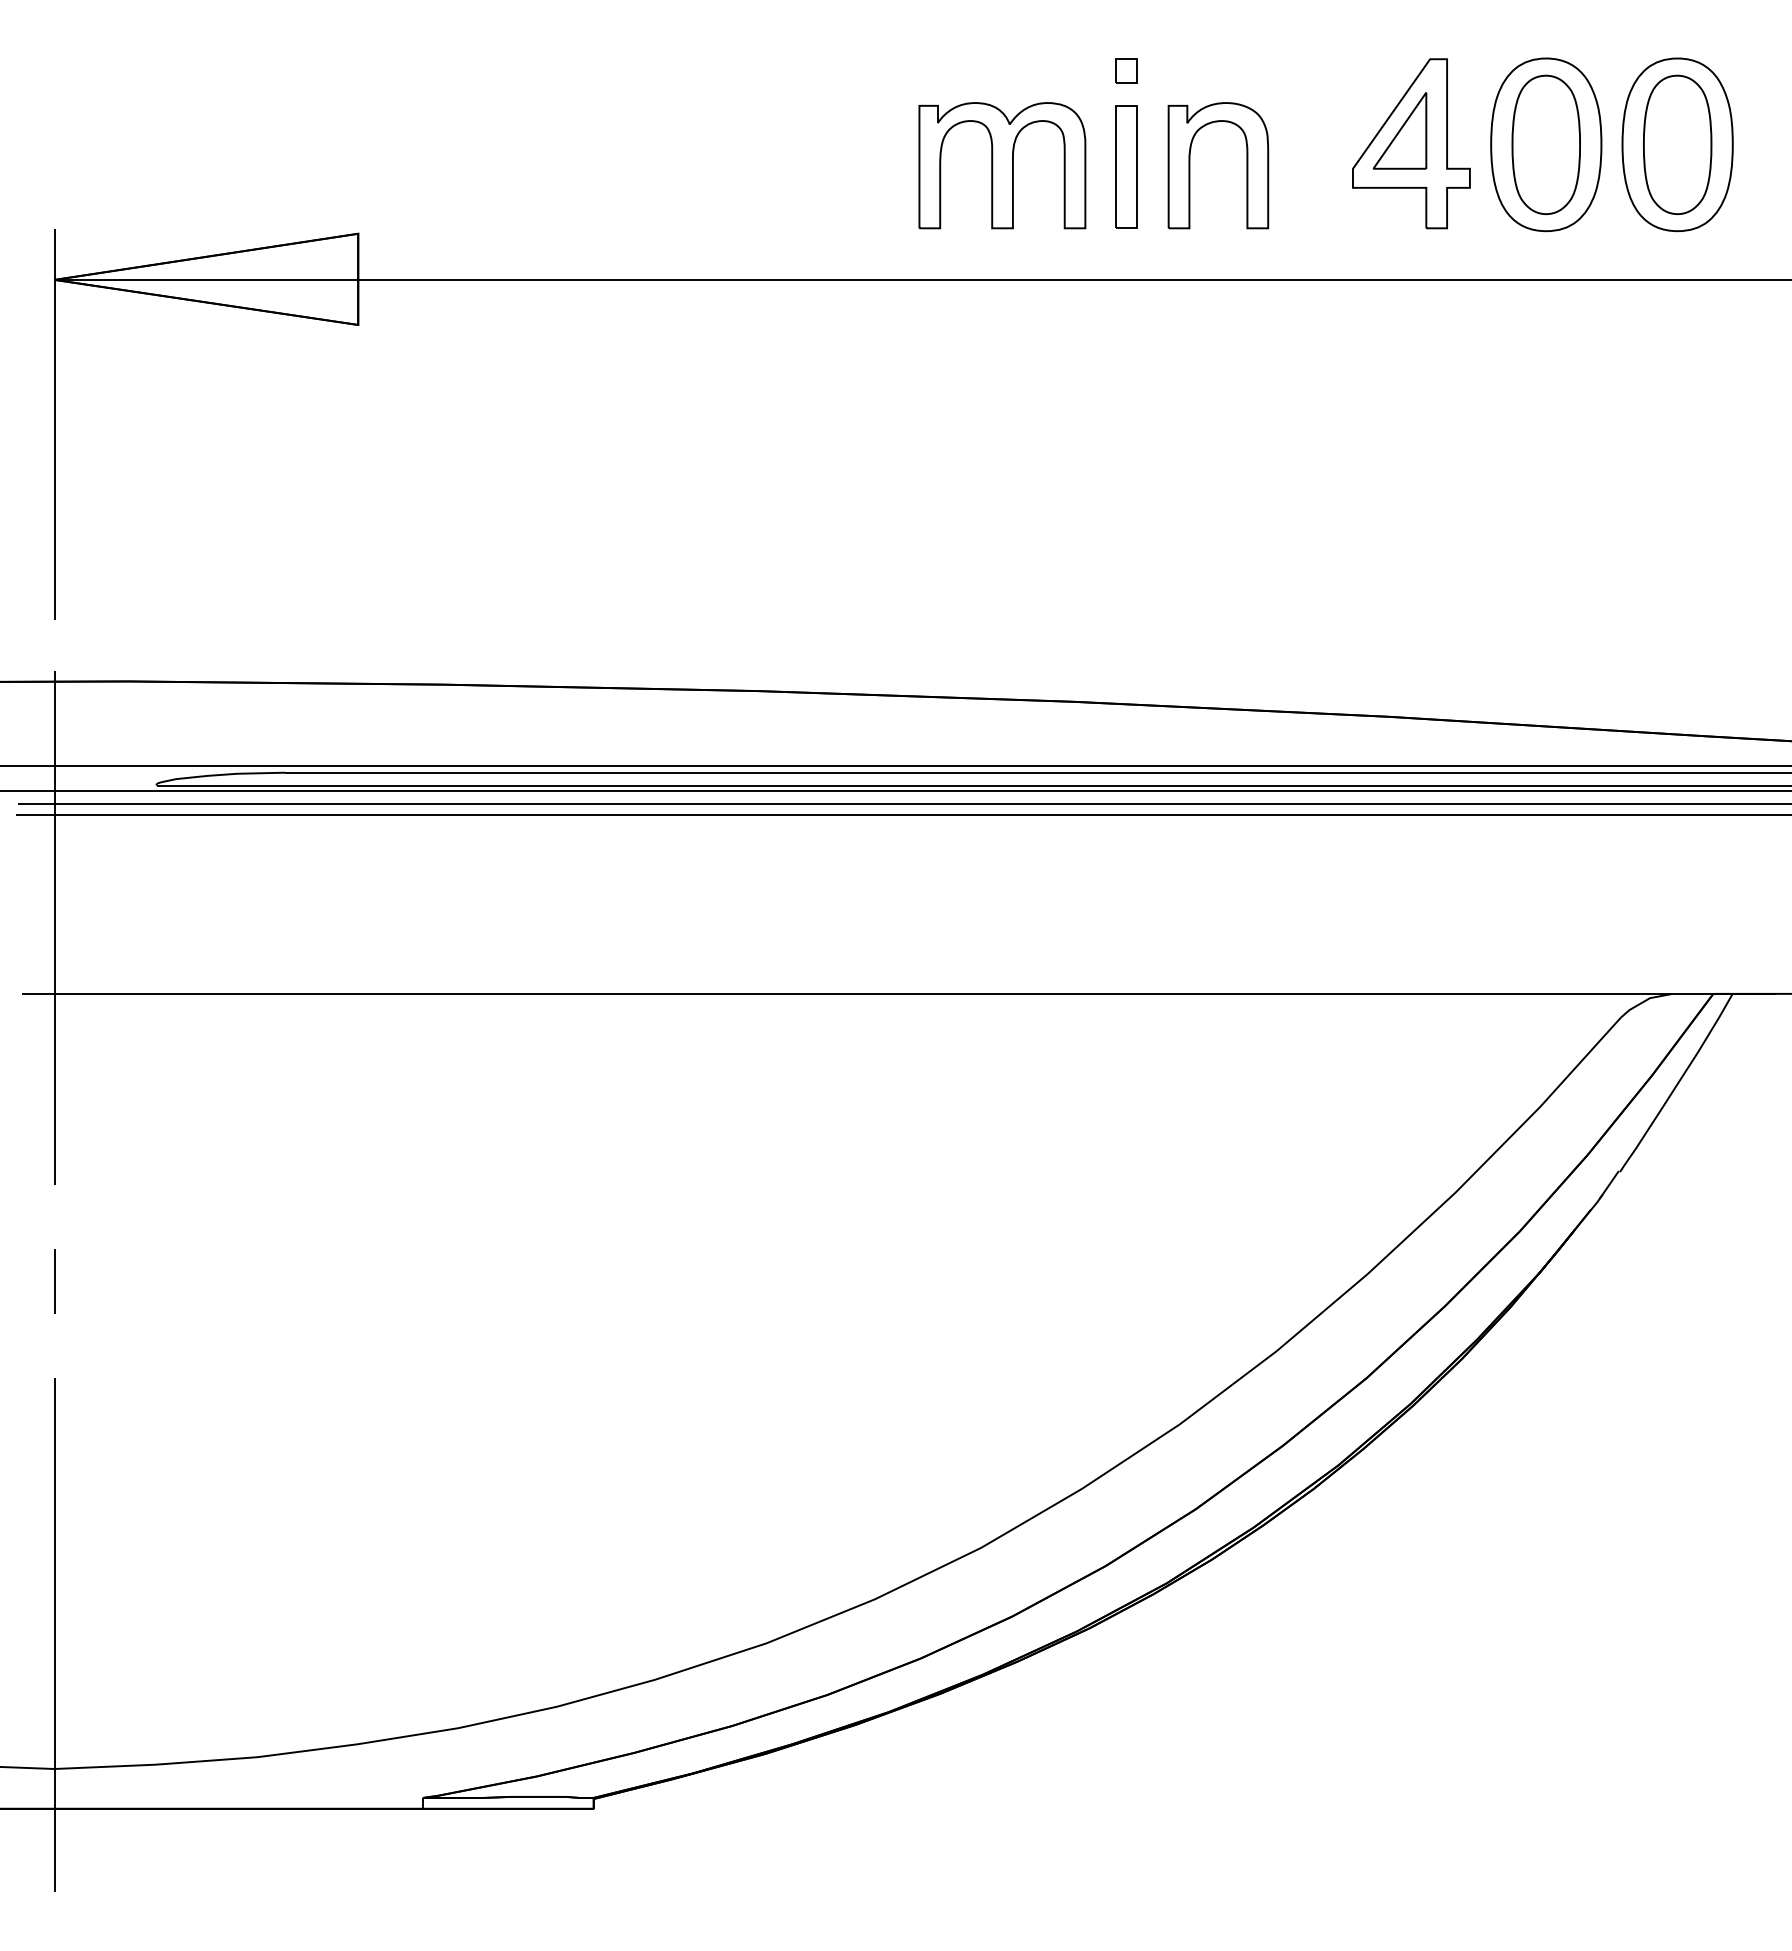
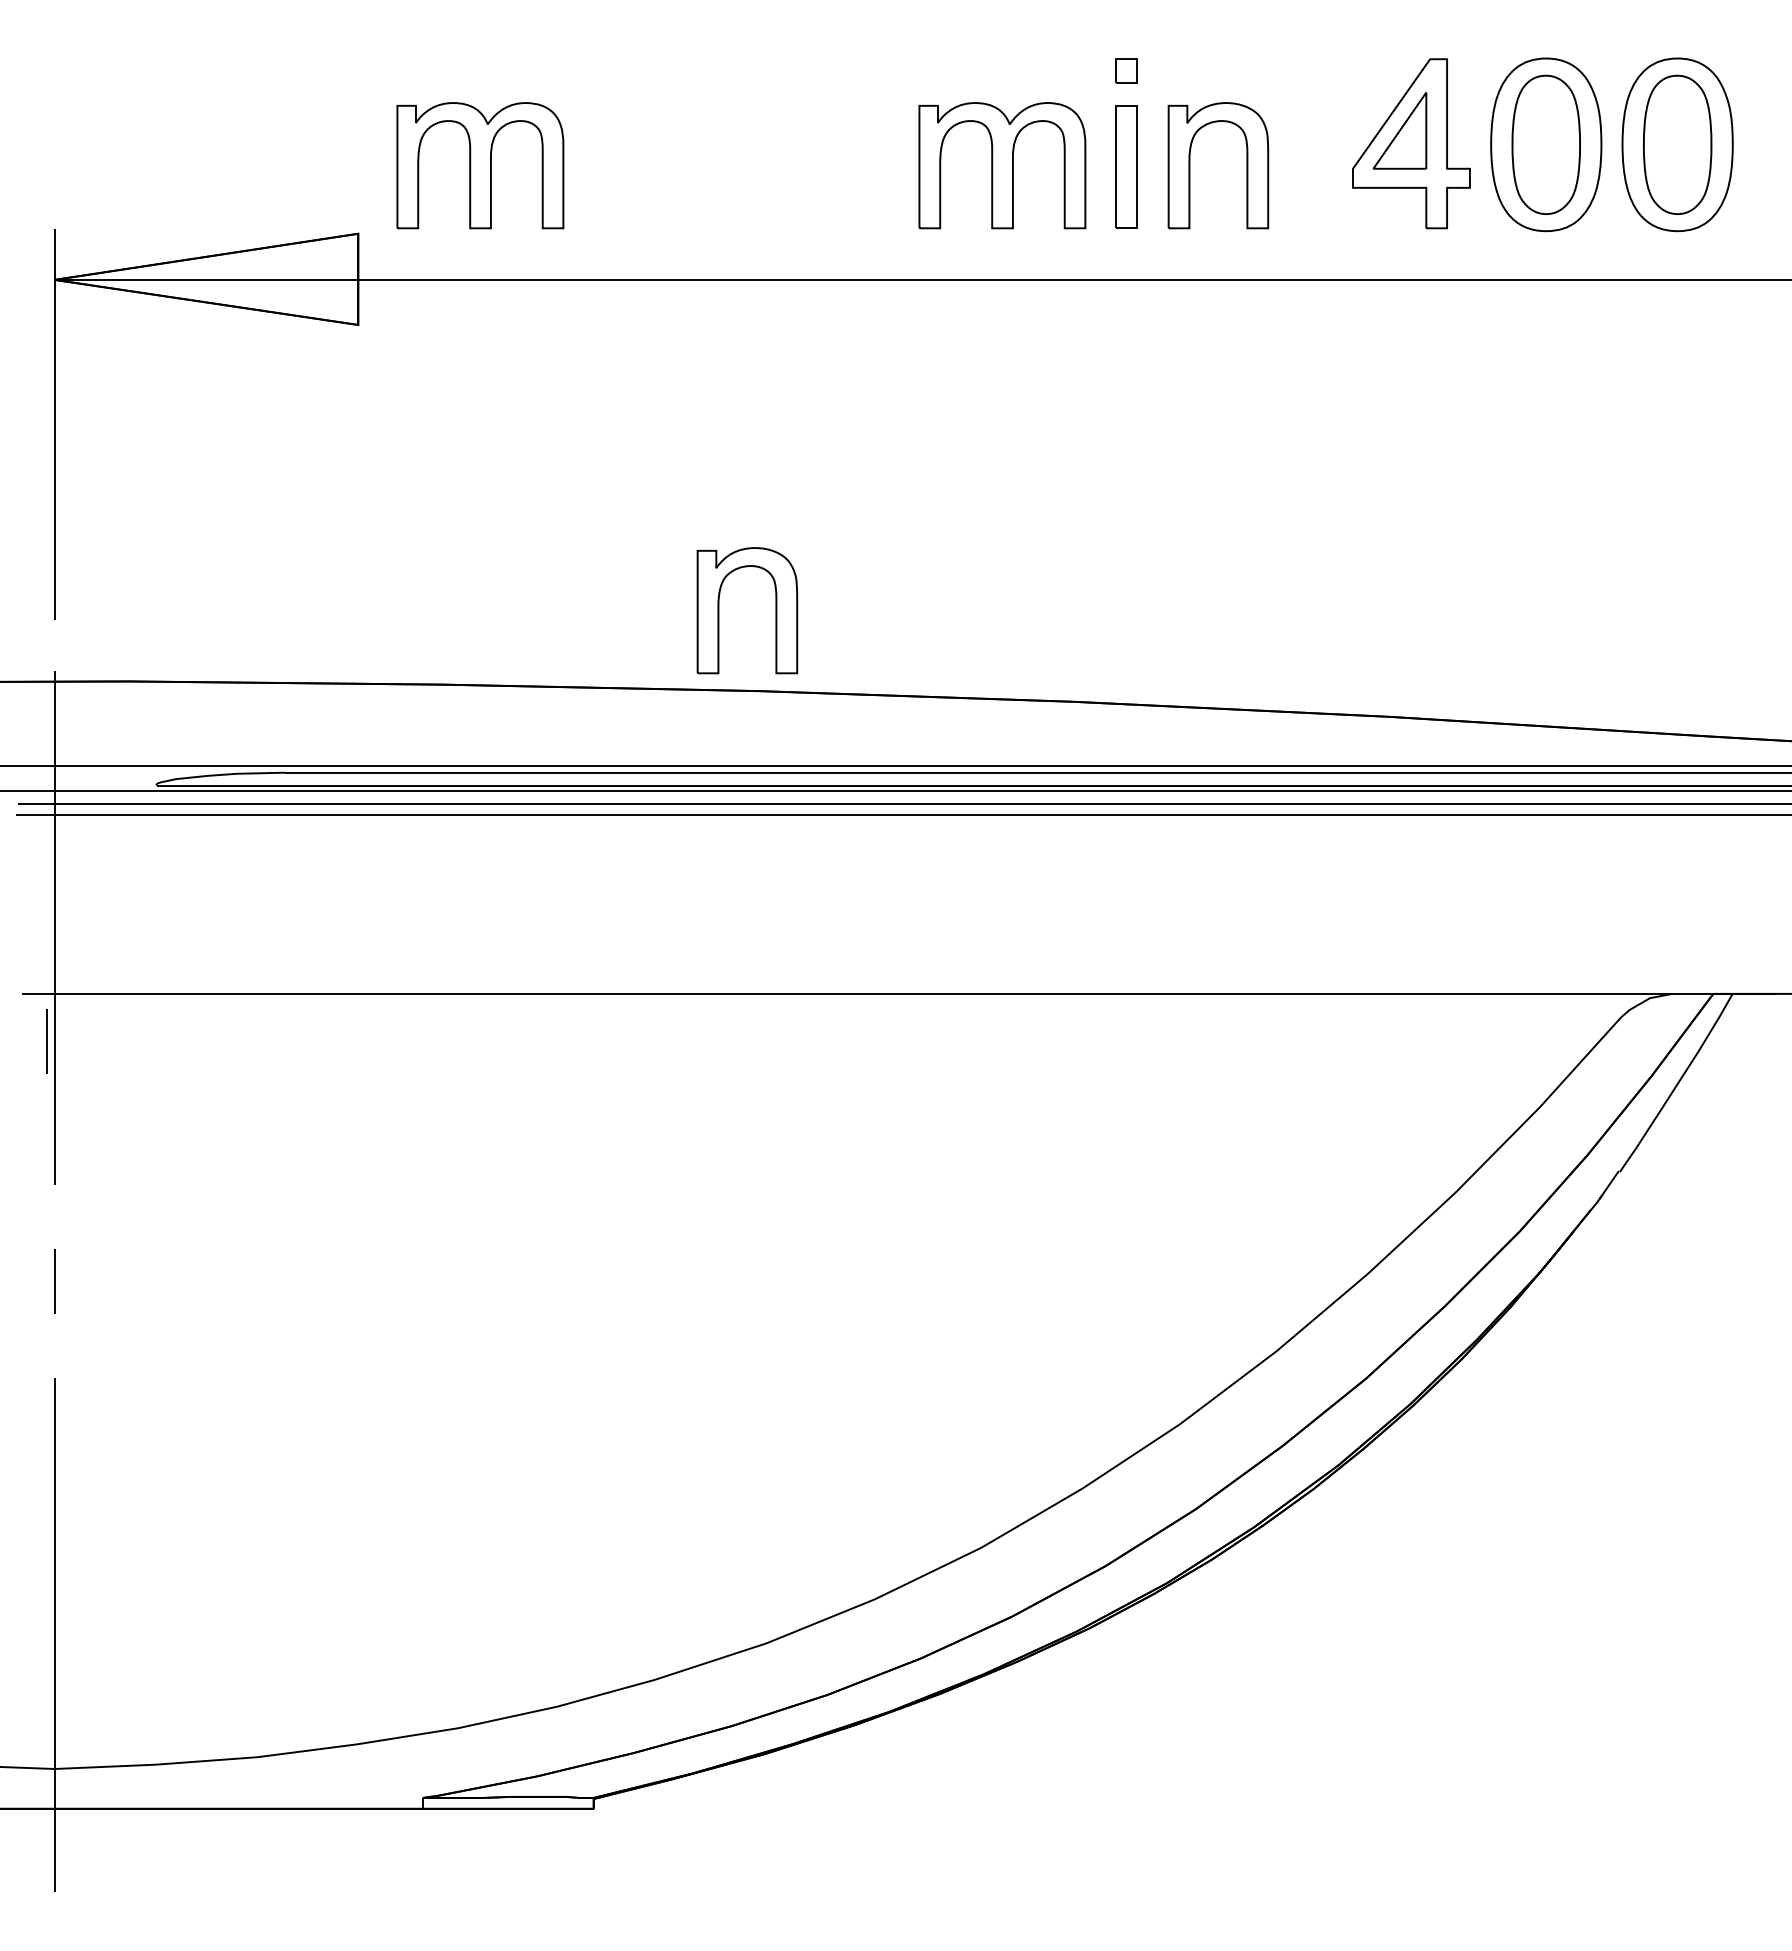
part at (480, 165): none -> present
part at (719, 610): none -> present
line at (46, 1041): none -> present
